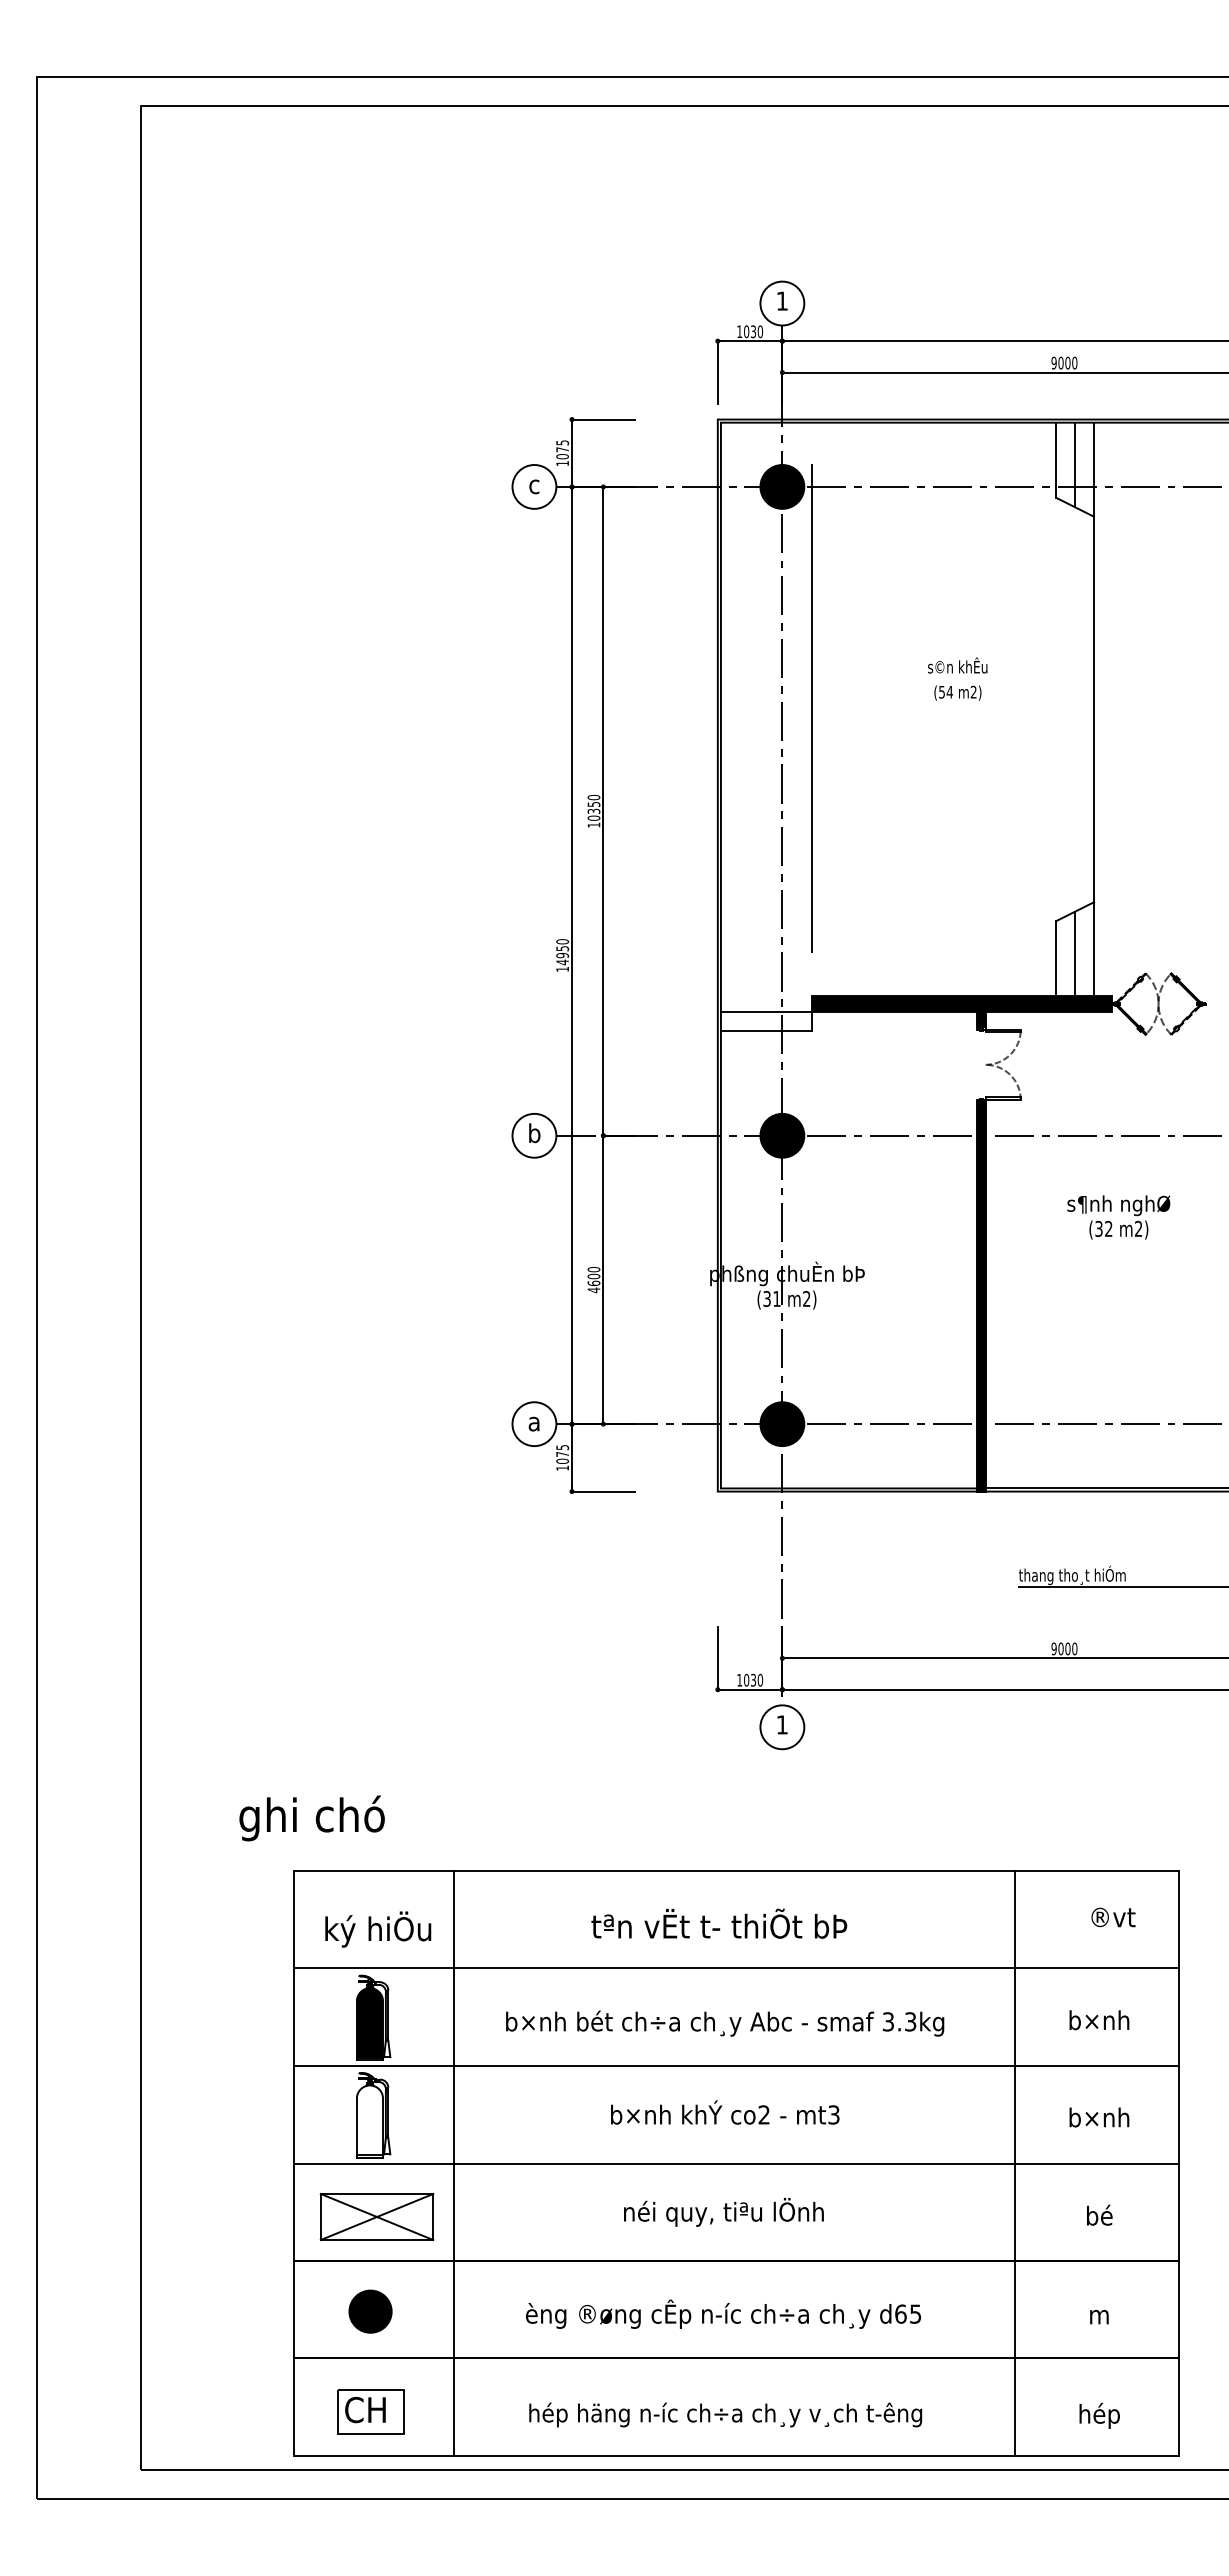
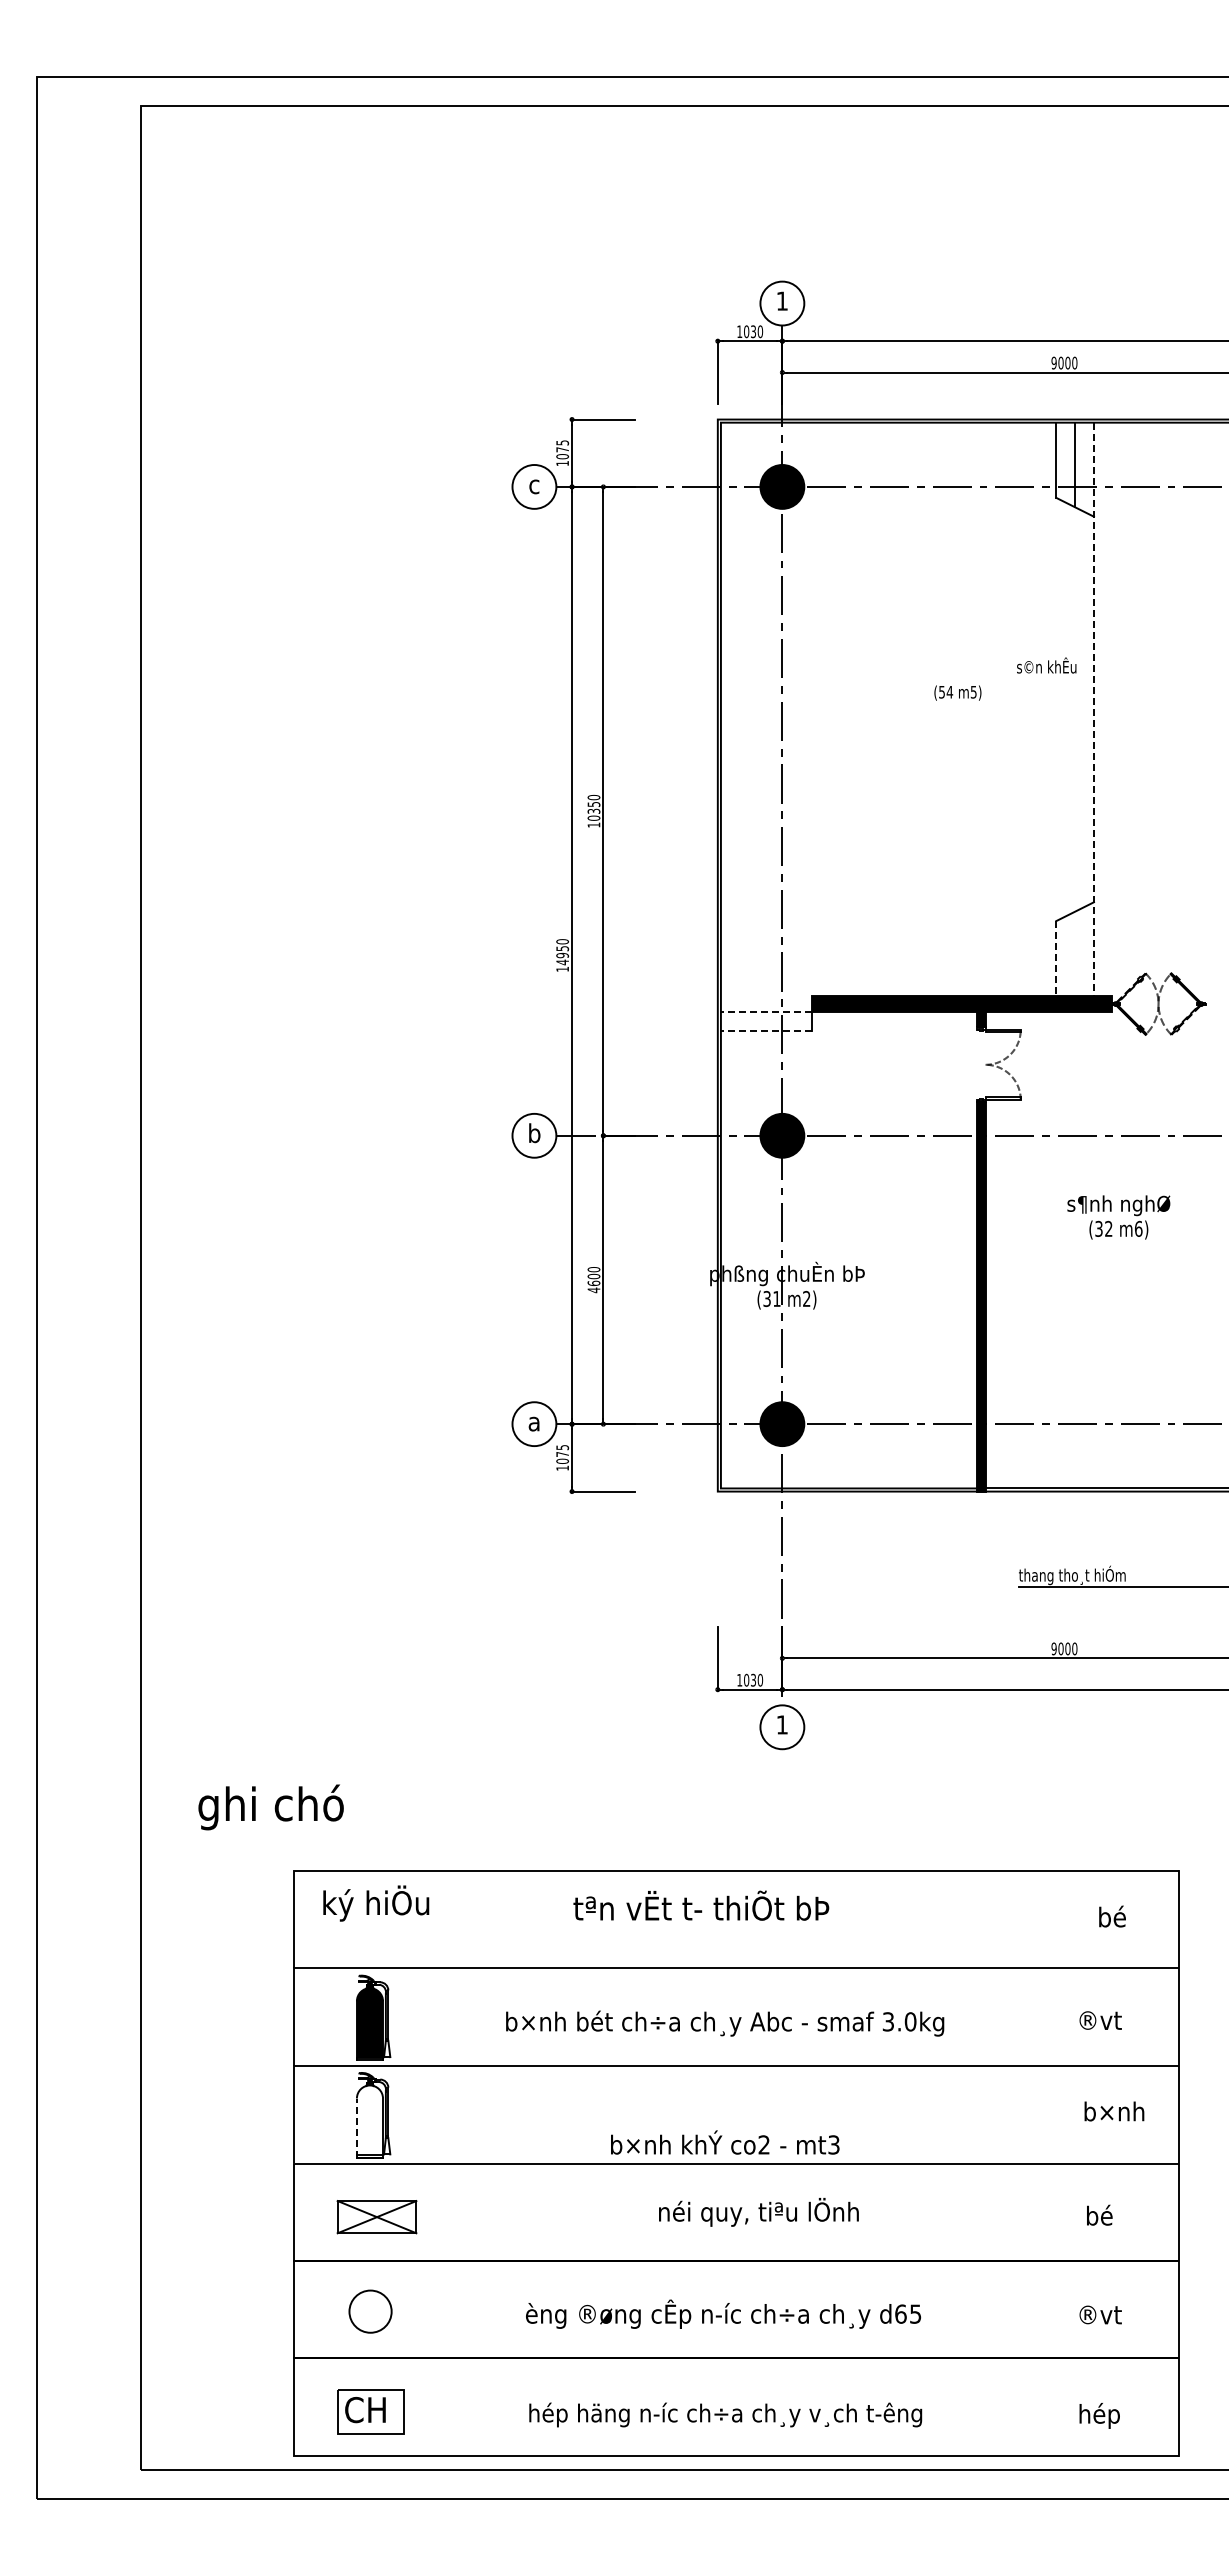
text at (957, 665) position: (957, 665) -> (1046, 665)
text at (973, 691): m2) -> m5)
line at (811, 708): present -> none
line at (1093, 709): solid -> dashed
line at (1075, 953): present -> none
line at (1056, 958): solid -> dashed
line at (765, 1011): solid -> dashed
line at (765, 1030): solid -> dashed
text at (1138, 1228): m2) -> m6)
text at (311, 1818) position: (311, 1818) -> (270, 1807)
text at (1113, 1916): ®vt -> bé
text at (719, 1923) position: (719, 1923) -> (701, 1905)
text at (378, 1929) position: (378, 1929) -> (376, 1903)
text at (1099, 2020): b×nh -> ®vt
text at (910, 2021): 3.3kg -> 3.0kg
text at (725, 2112) position: (725, 2112) -> (725, 2142)
text at (1099, 2117) position: (1099, 2117) -> (1114, 2111)
line at (356, 2128): solid -> dashed
line at (454, 2163): present -> none
line at (1014, 2163): present -> none
text at (723, 2212) position: (723, 2212) -> (758, 2212)
part at (376, 2217) size: 116x49 px -> 82x35 px
fill at (370, 2311): present -> none
text at (1100, 2314): m -> ®vt
